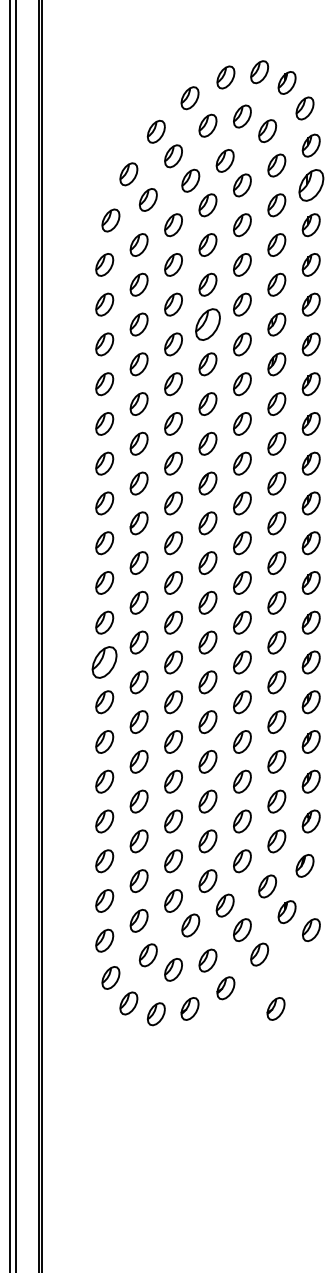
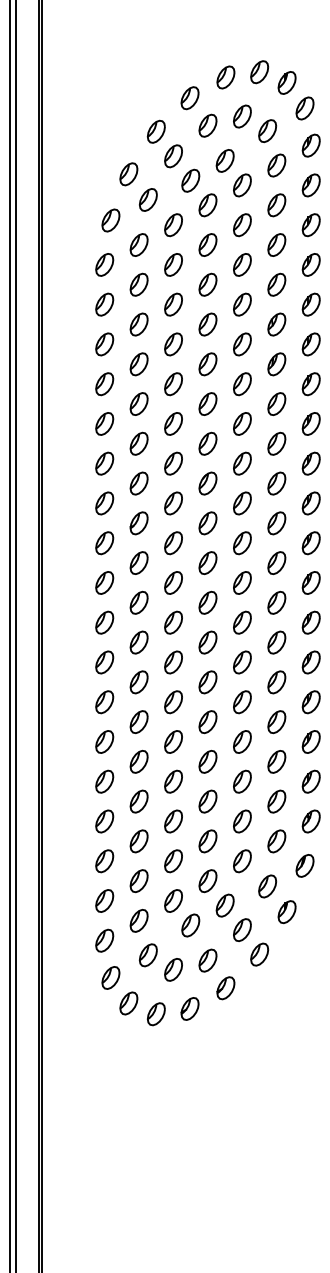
part at (311, 185) size: 27x33 px -> 20x25 px
part at (207, 324) size: 26x33 px -> 20x25 px
part at (104, 662) size: 27x33 px -> 20x25 px
part at (311, 929): present -> none
part at (275, 1008): present -> none
